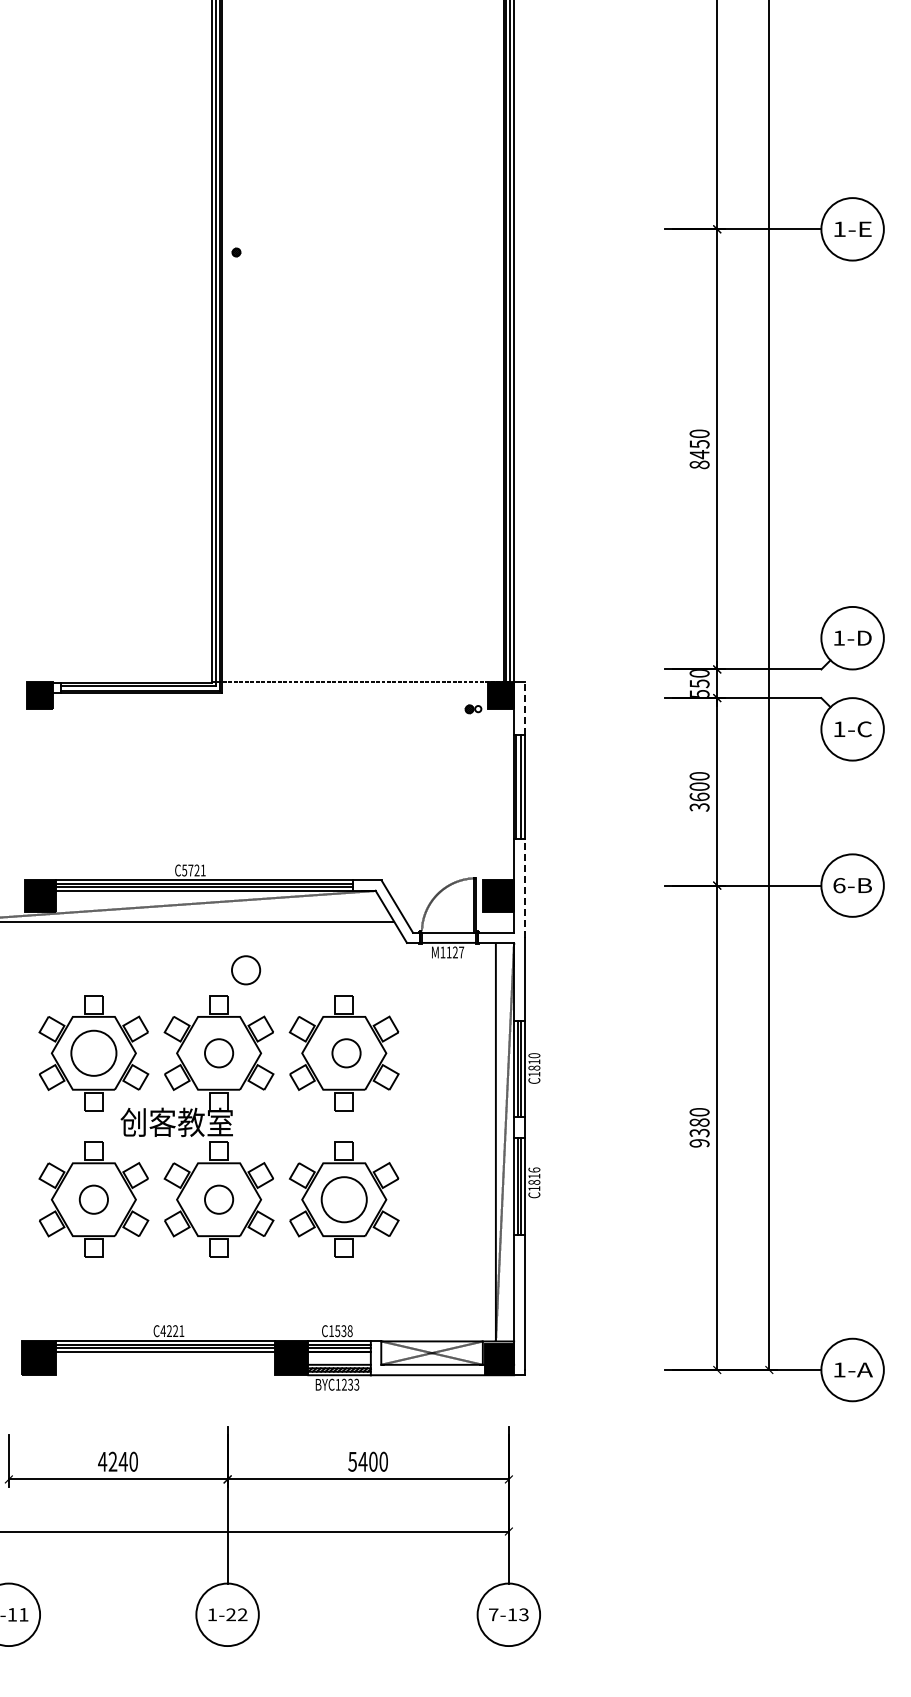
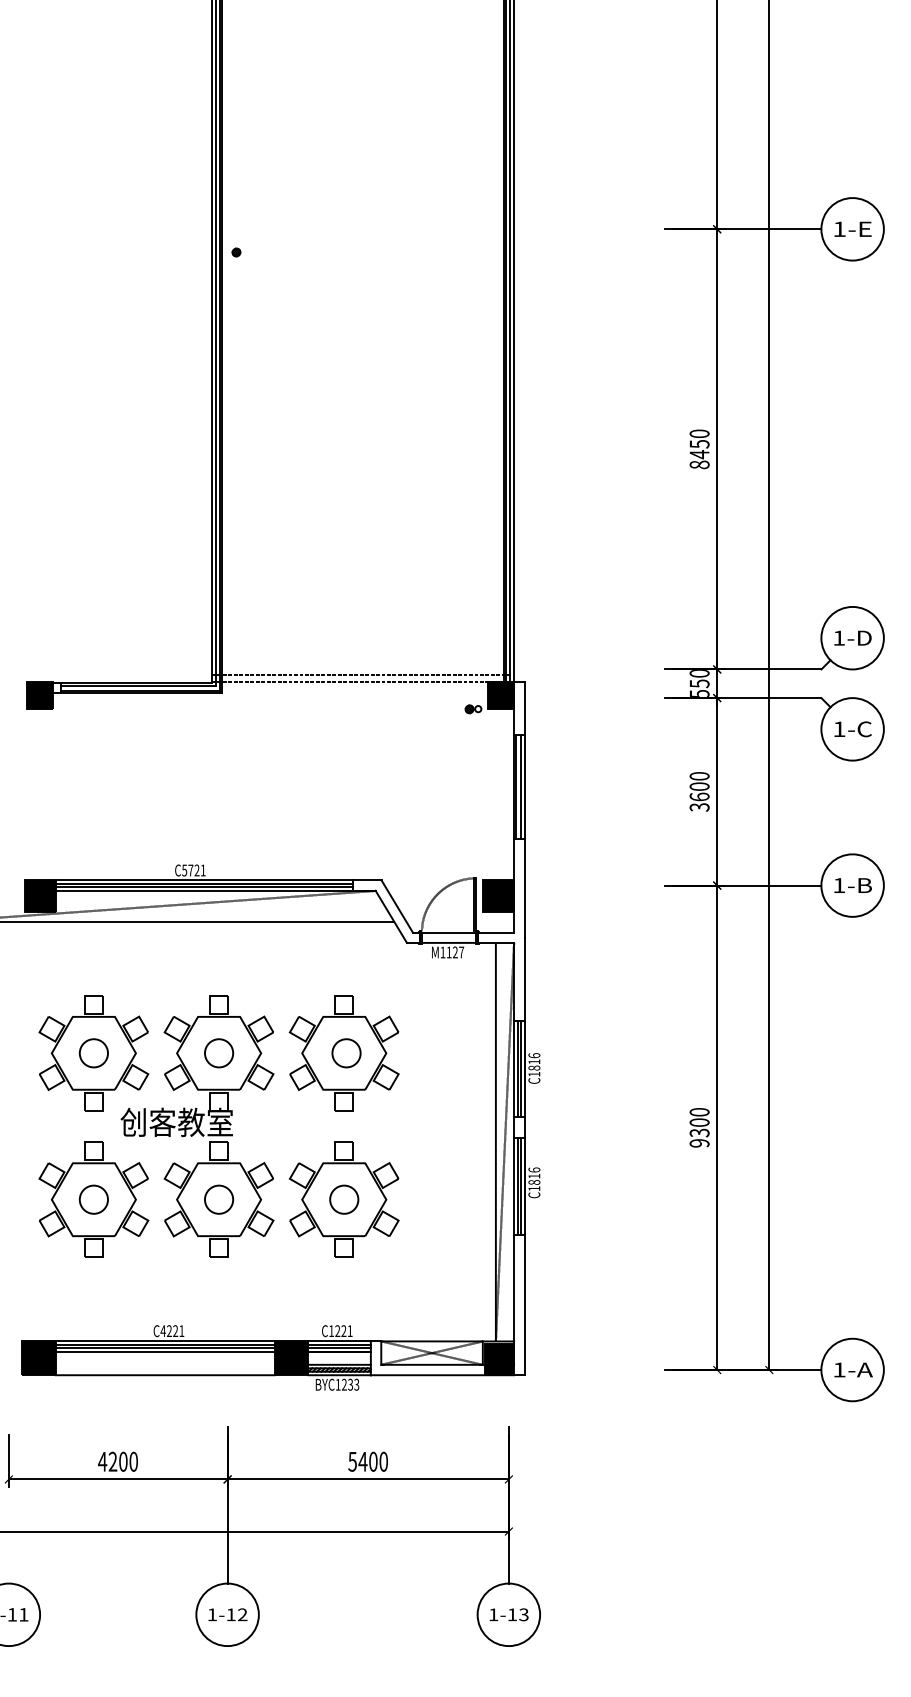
line at (363, 674): none -> present
line at (524, 708): dashed -> solid
text at (839, 885): 6-B -> 1-B
line at (524, 887): dashed -> solid
circle at (246, 970): present -> none
circle at (93, 1052) diameter: 45 px -> 28 px
text at (534, 1055): C1810 -> C1816
text at (699, 1122): 9380 -> 9300
circle at (343, 1199) diameter: 45 px -> 28 px
text at (343, 1331): C1538 -> C1221
line at (164, 1375): none -> present
text at (122, 1461): 4240 -> 4200
text at (230, 1614): 1-22 -> 1-12
text at (493, 1614): 7-13 -> 1-13
